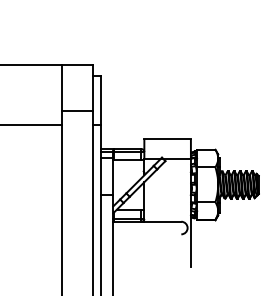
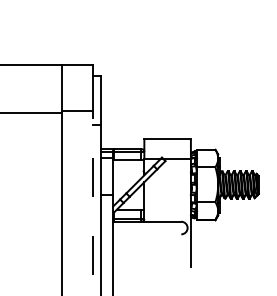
line at (32, 124) position: (32, 124) -> (32, 112)
line at (92, 202): solid -> dashed
